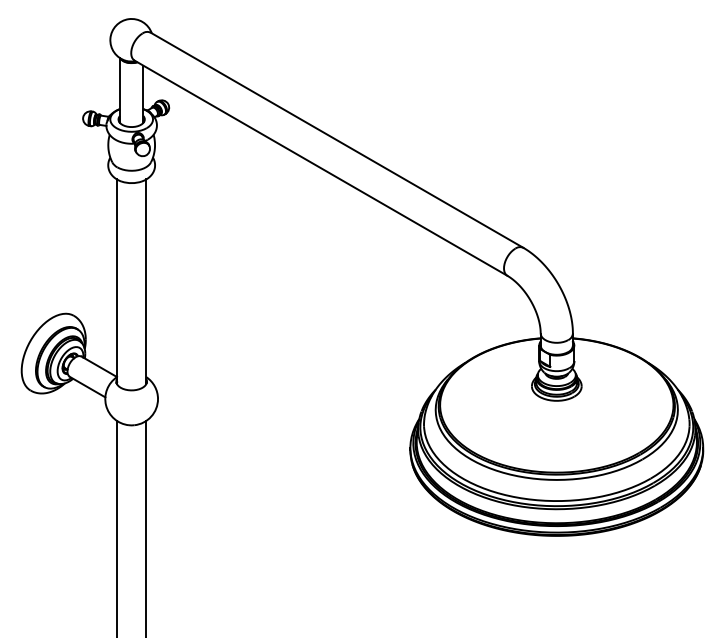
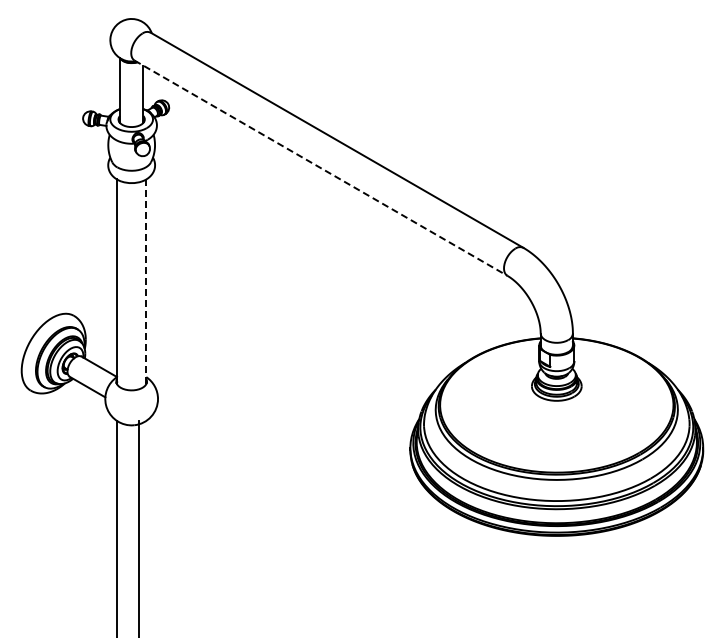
line at (321, 168): solid -> dashed
line at (146, 281): solid -> dashed
line at (146, 527) position: (146, 527) -> (139, 527)
